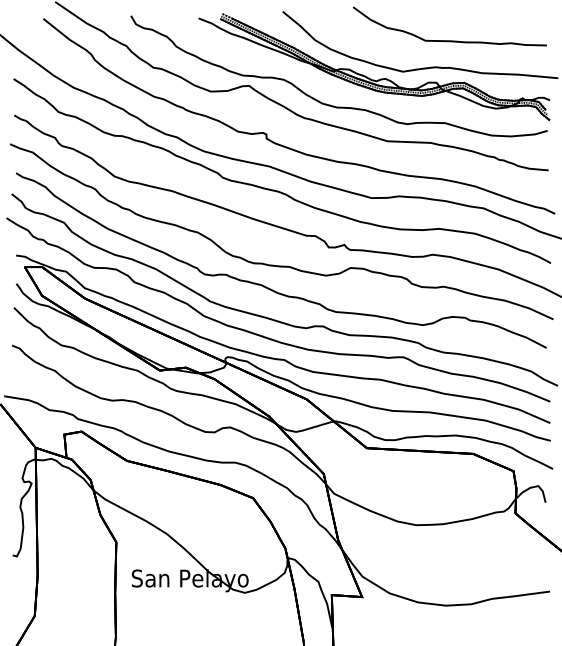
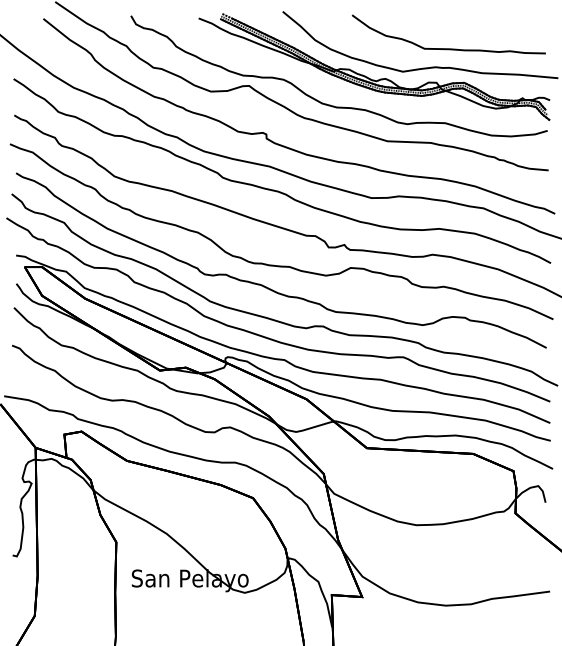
part at (449, 40) position: (449, 40) -> (448, 48)
